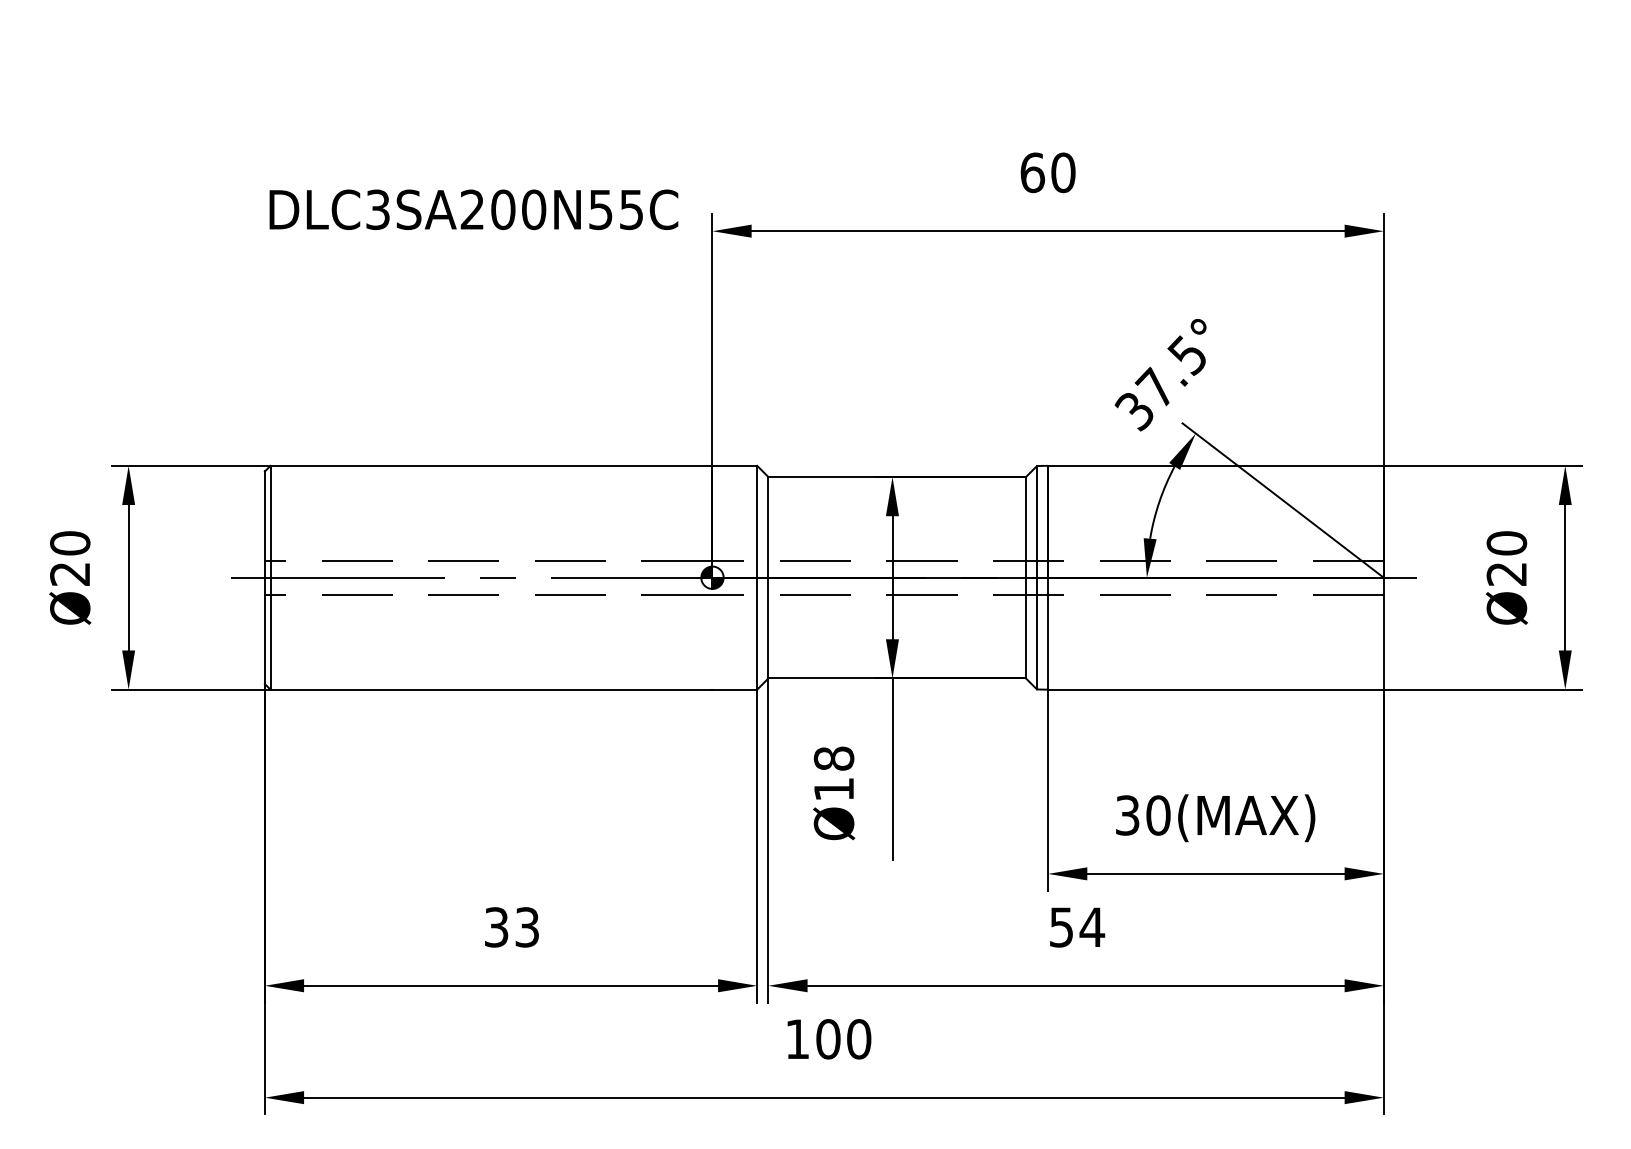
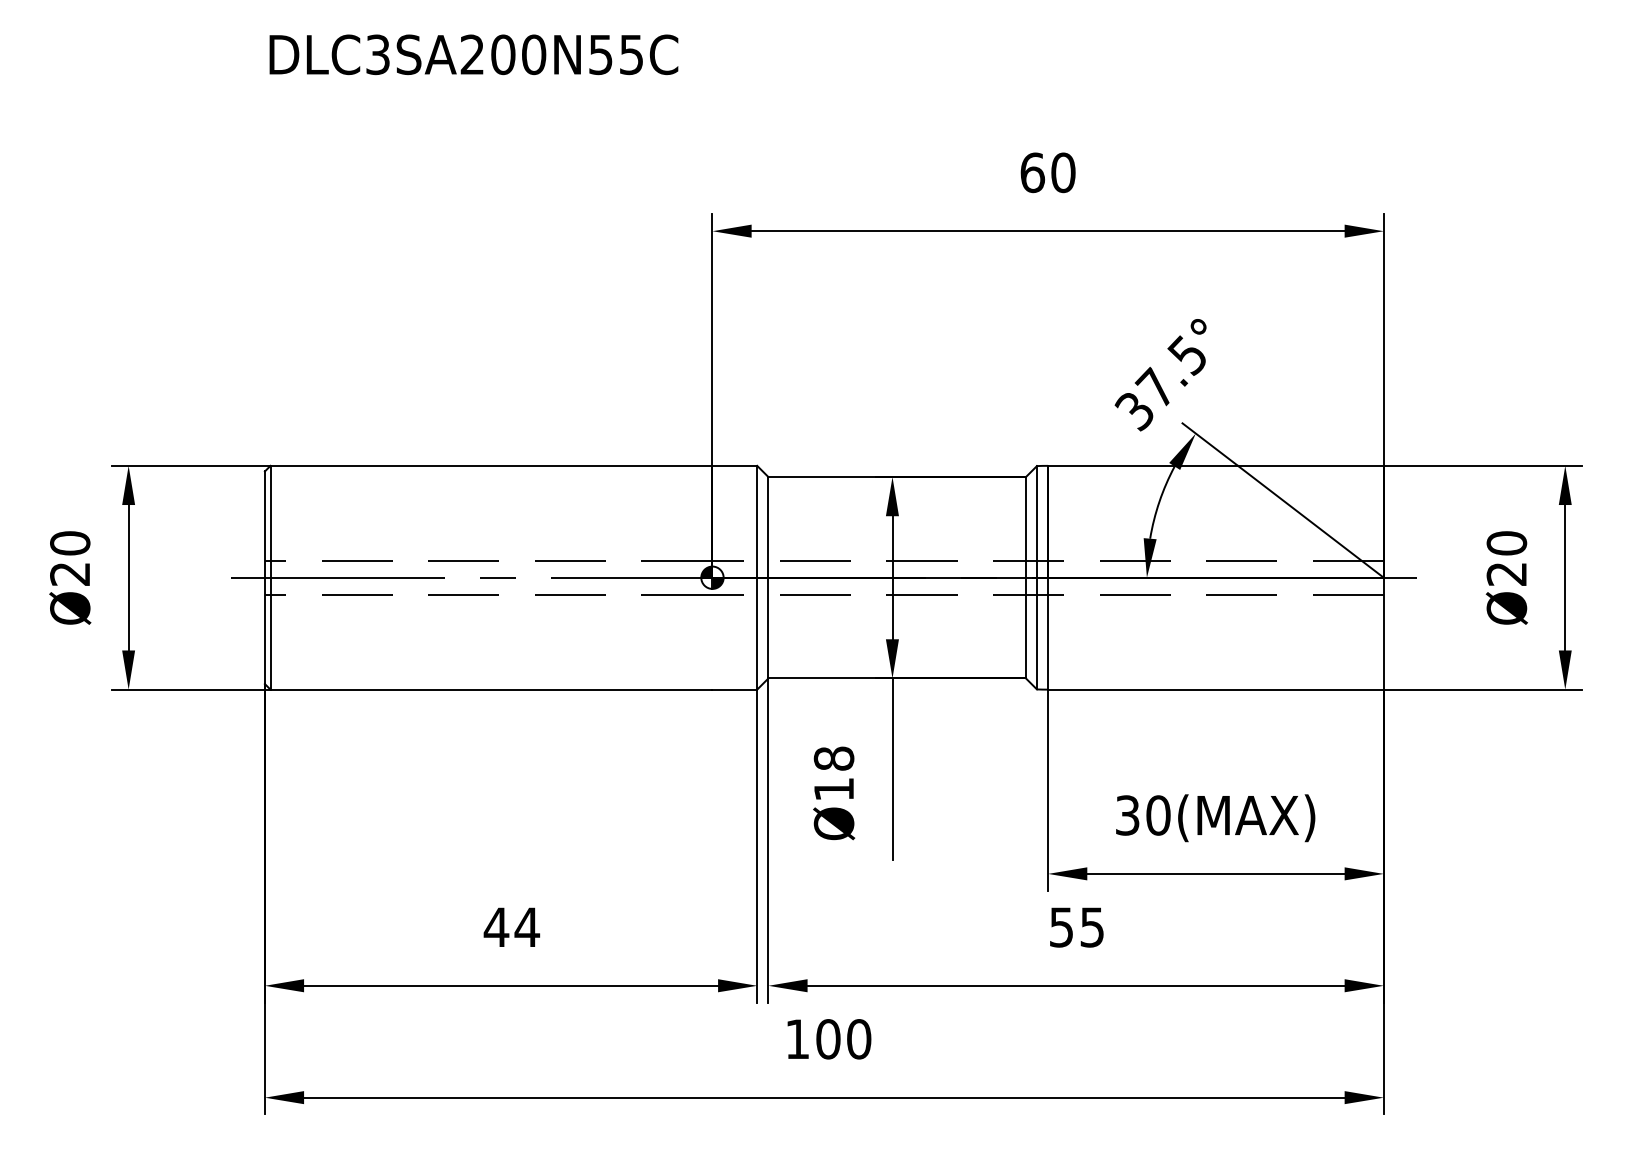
text at (473, 209) position: (473, 209) -> (473, 54)
text at (511, 927): 33 -> 44
text at (1092, 927): 54 -> 55
